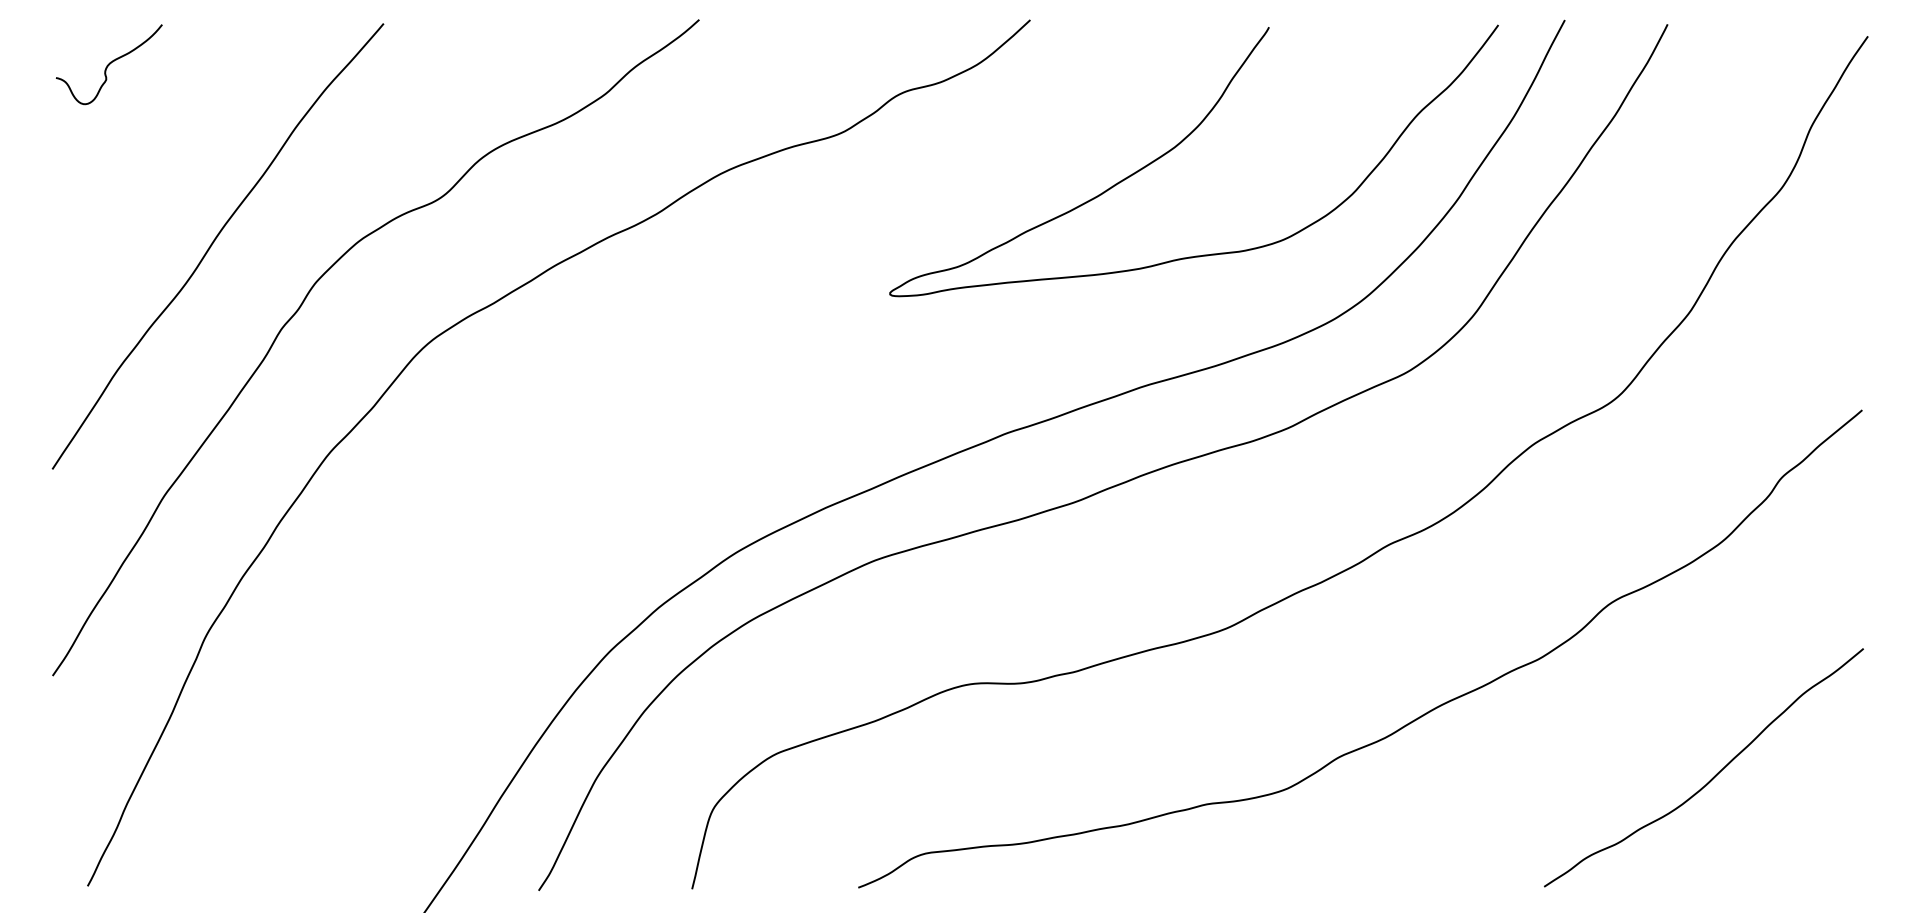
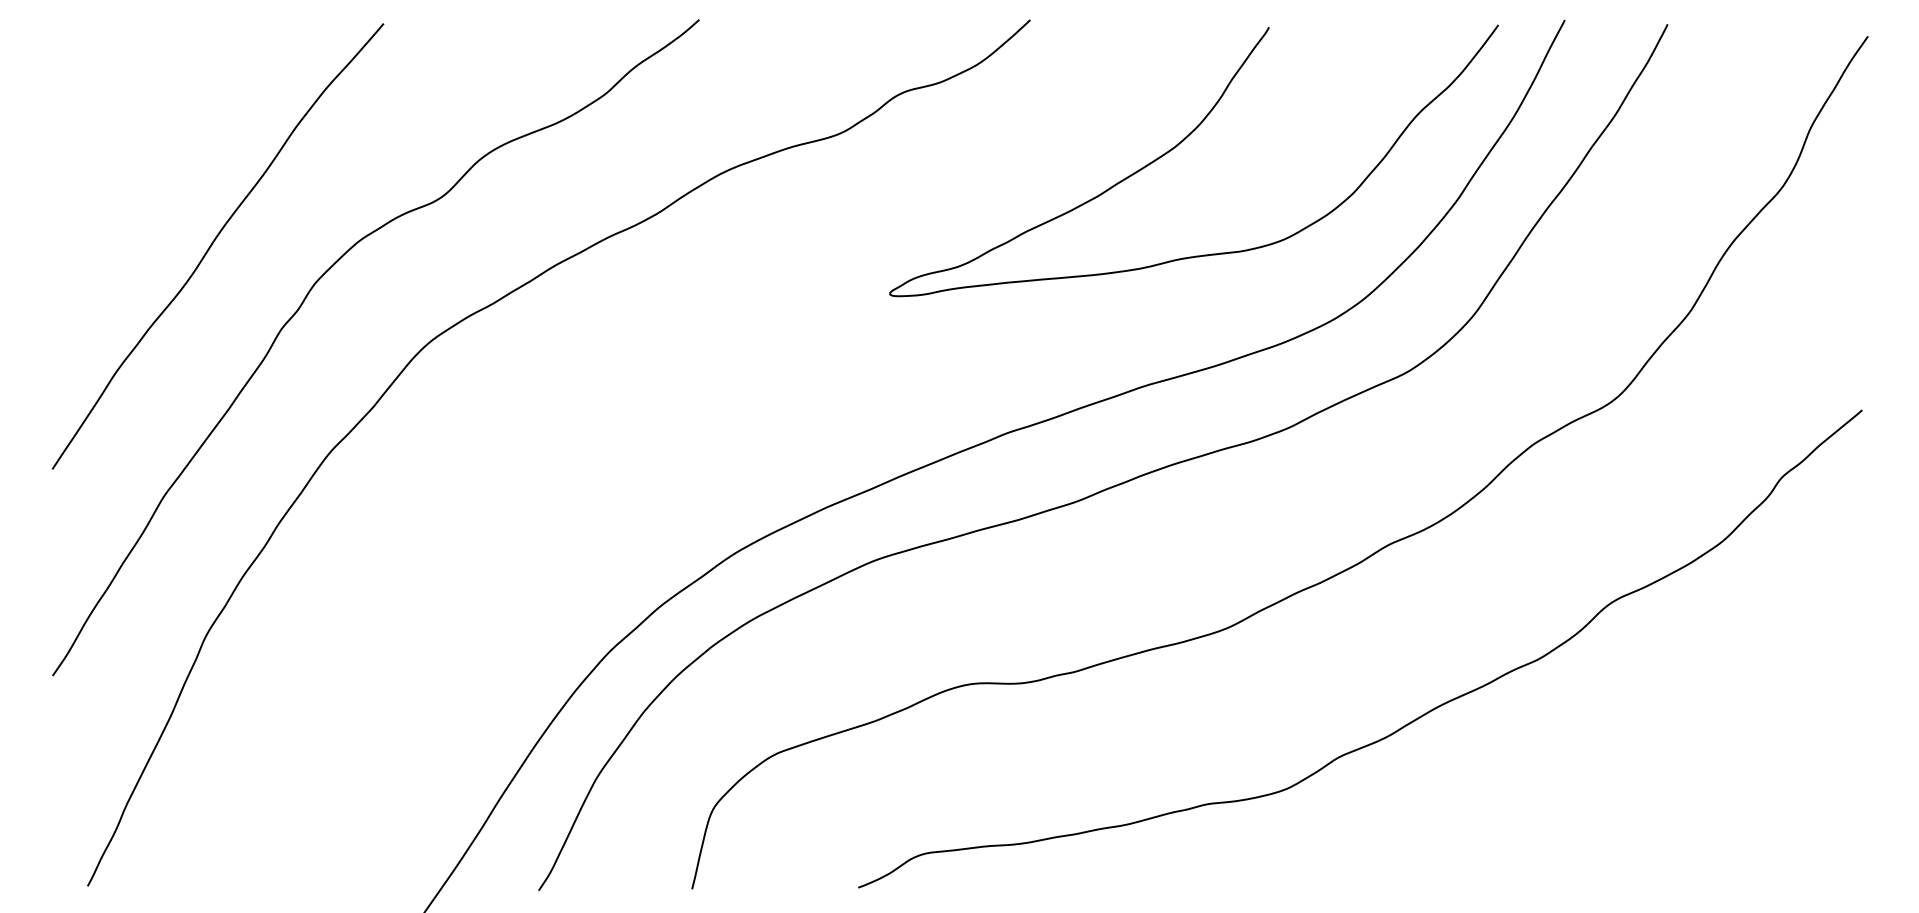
curve at (109, 64): present -> none
curve at (1713, 776): present -> none
